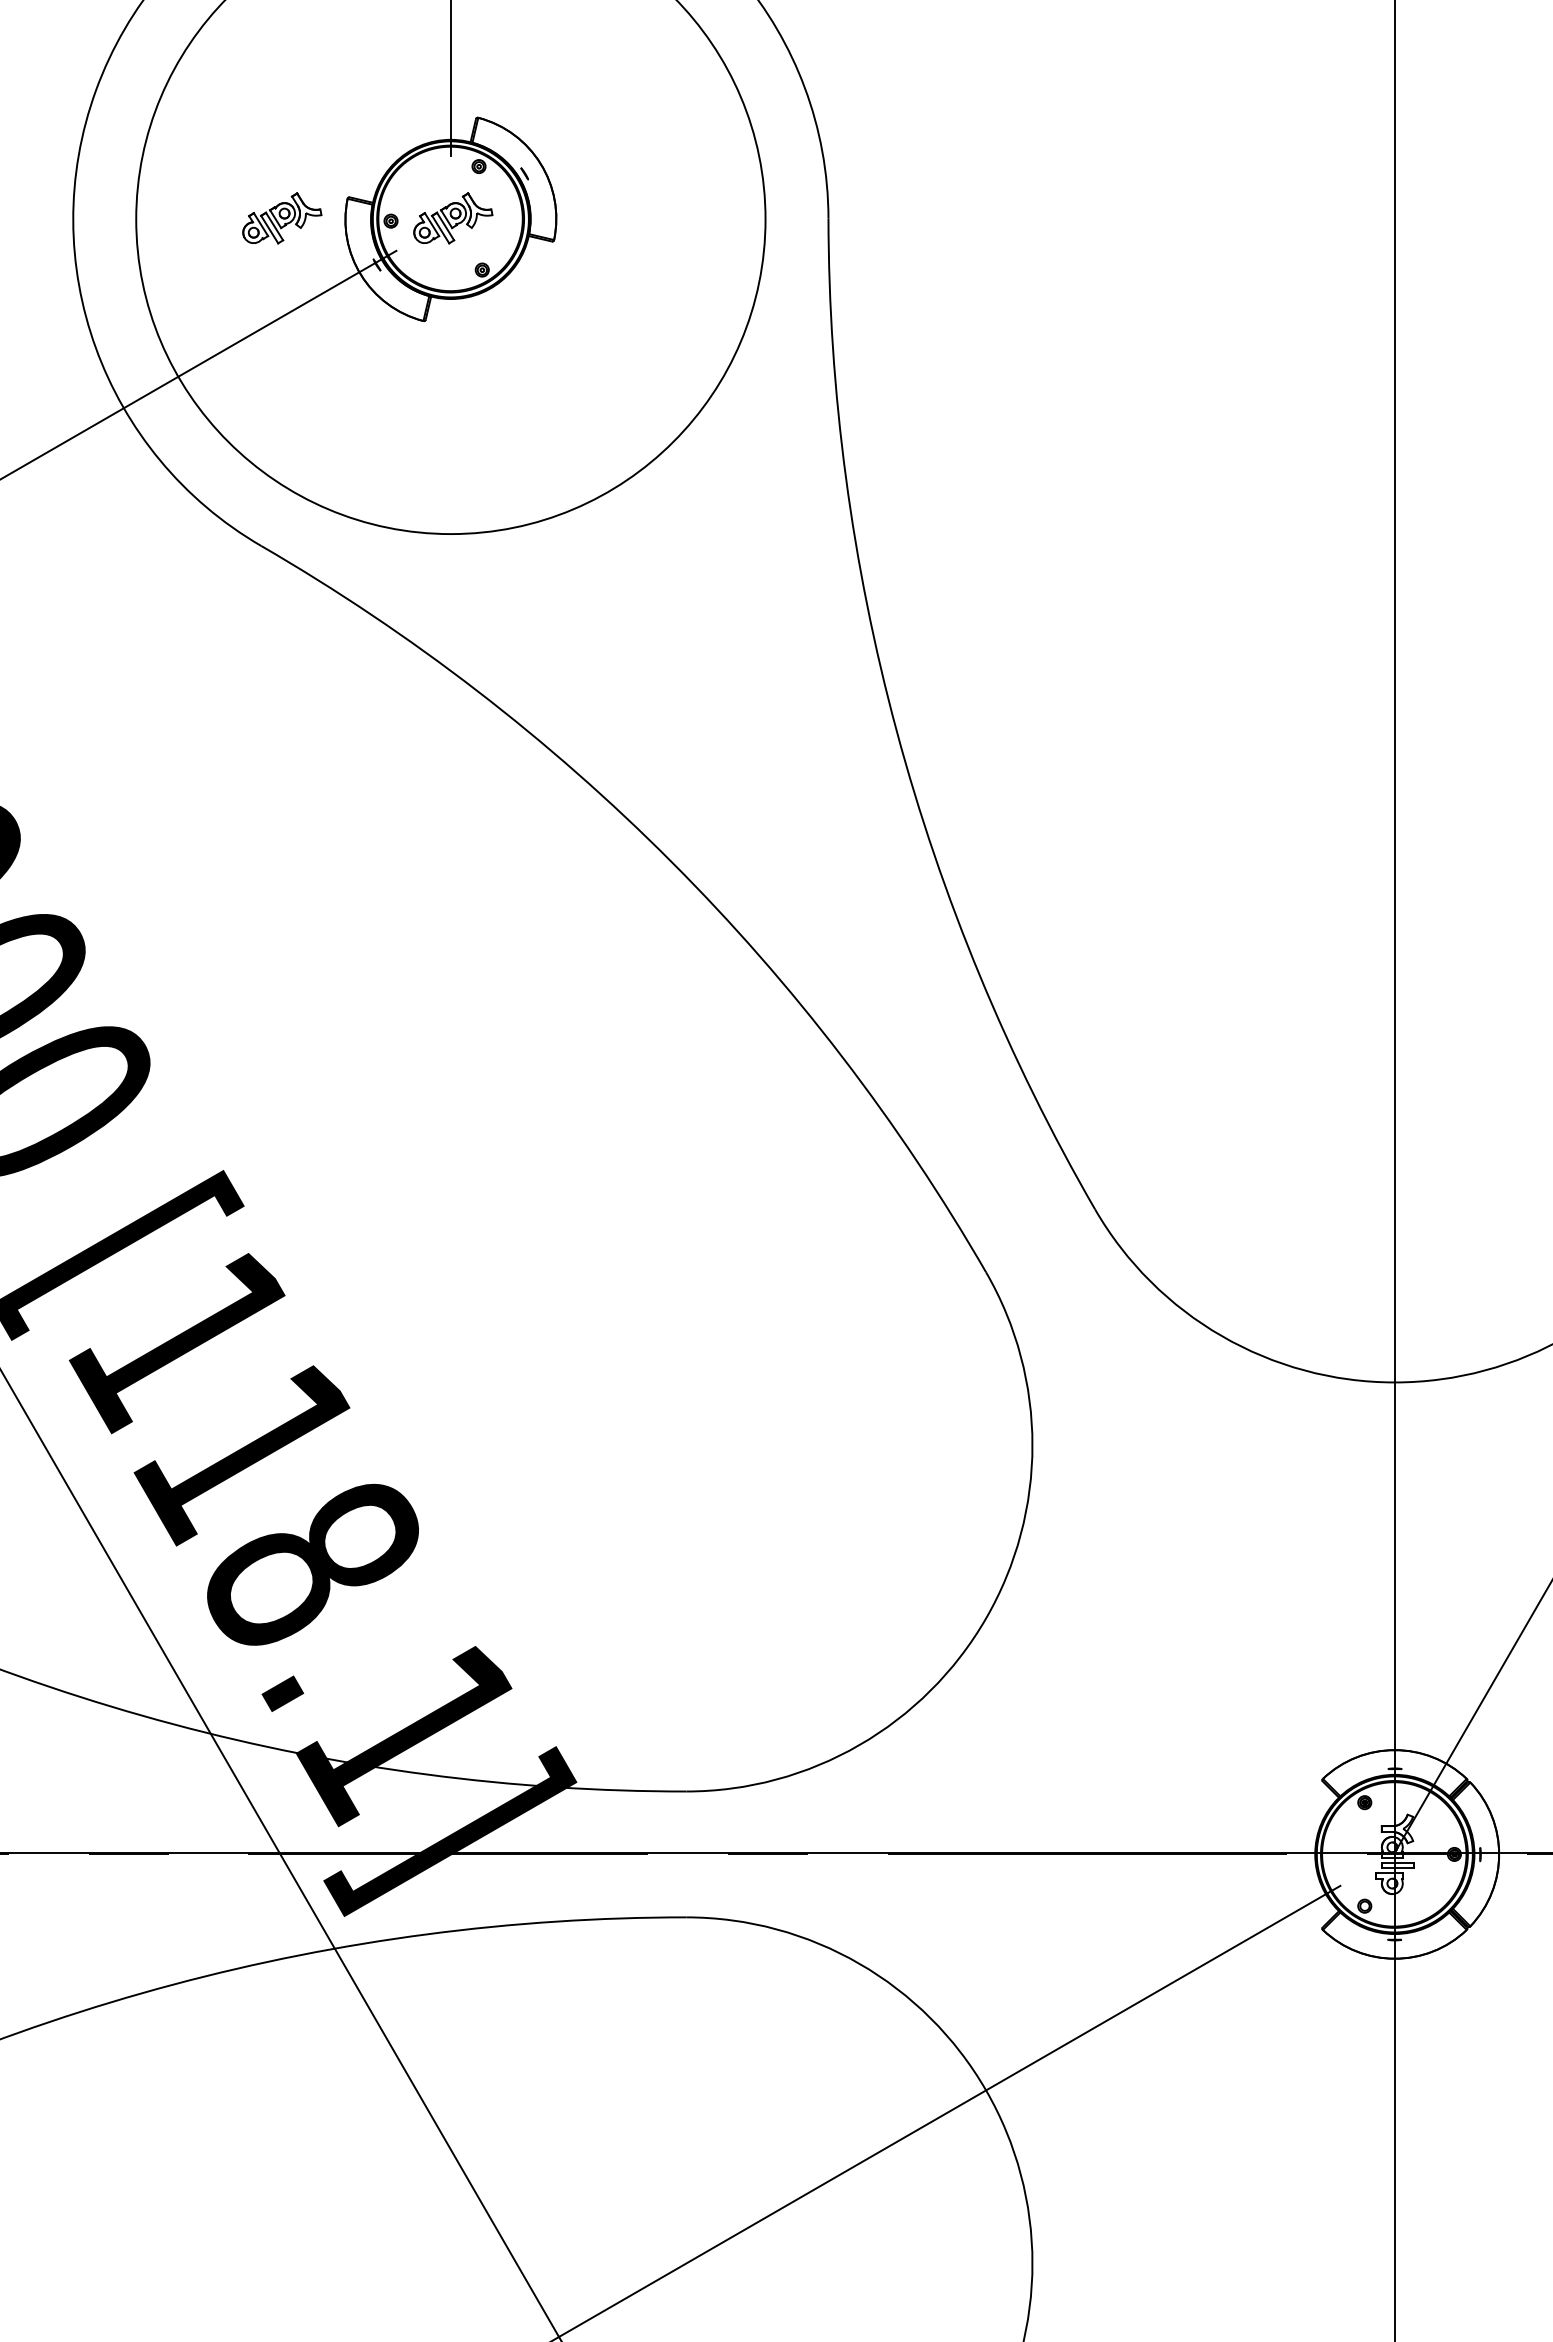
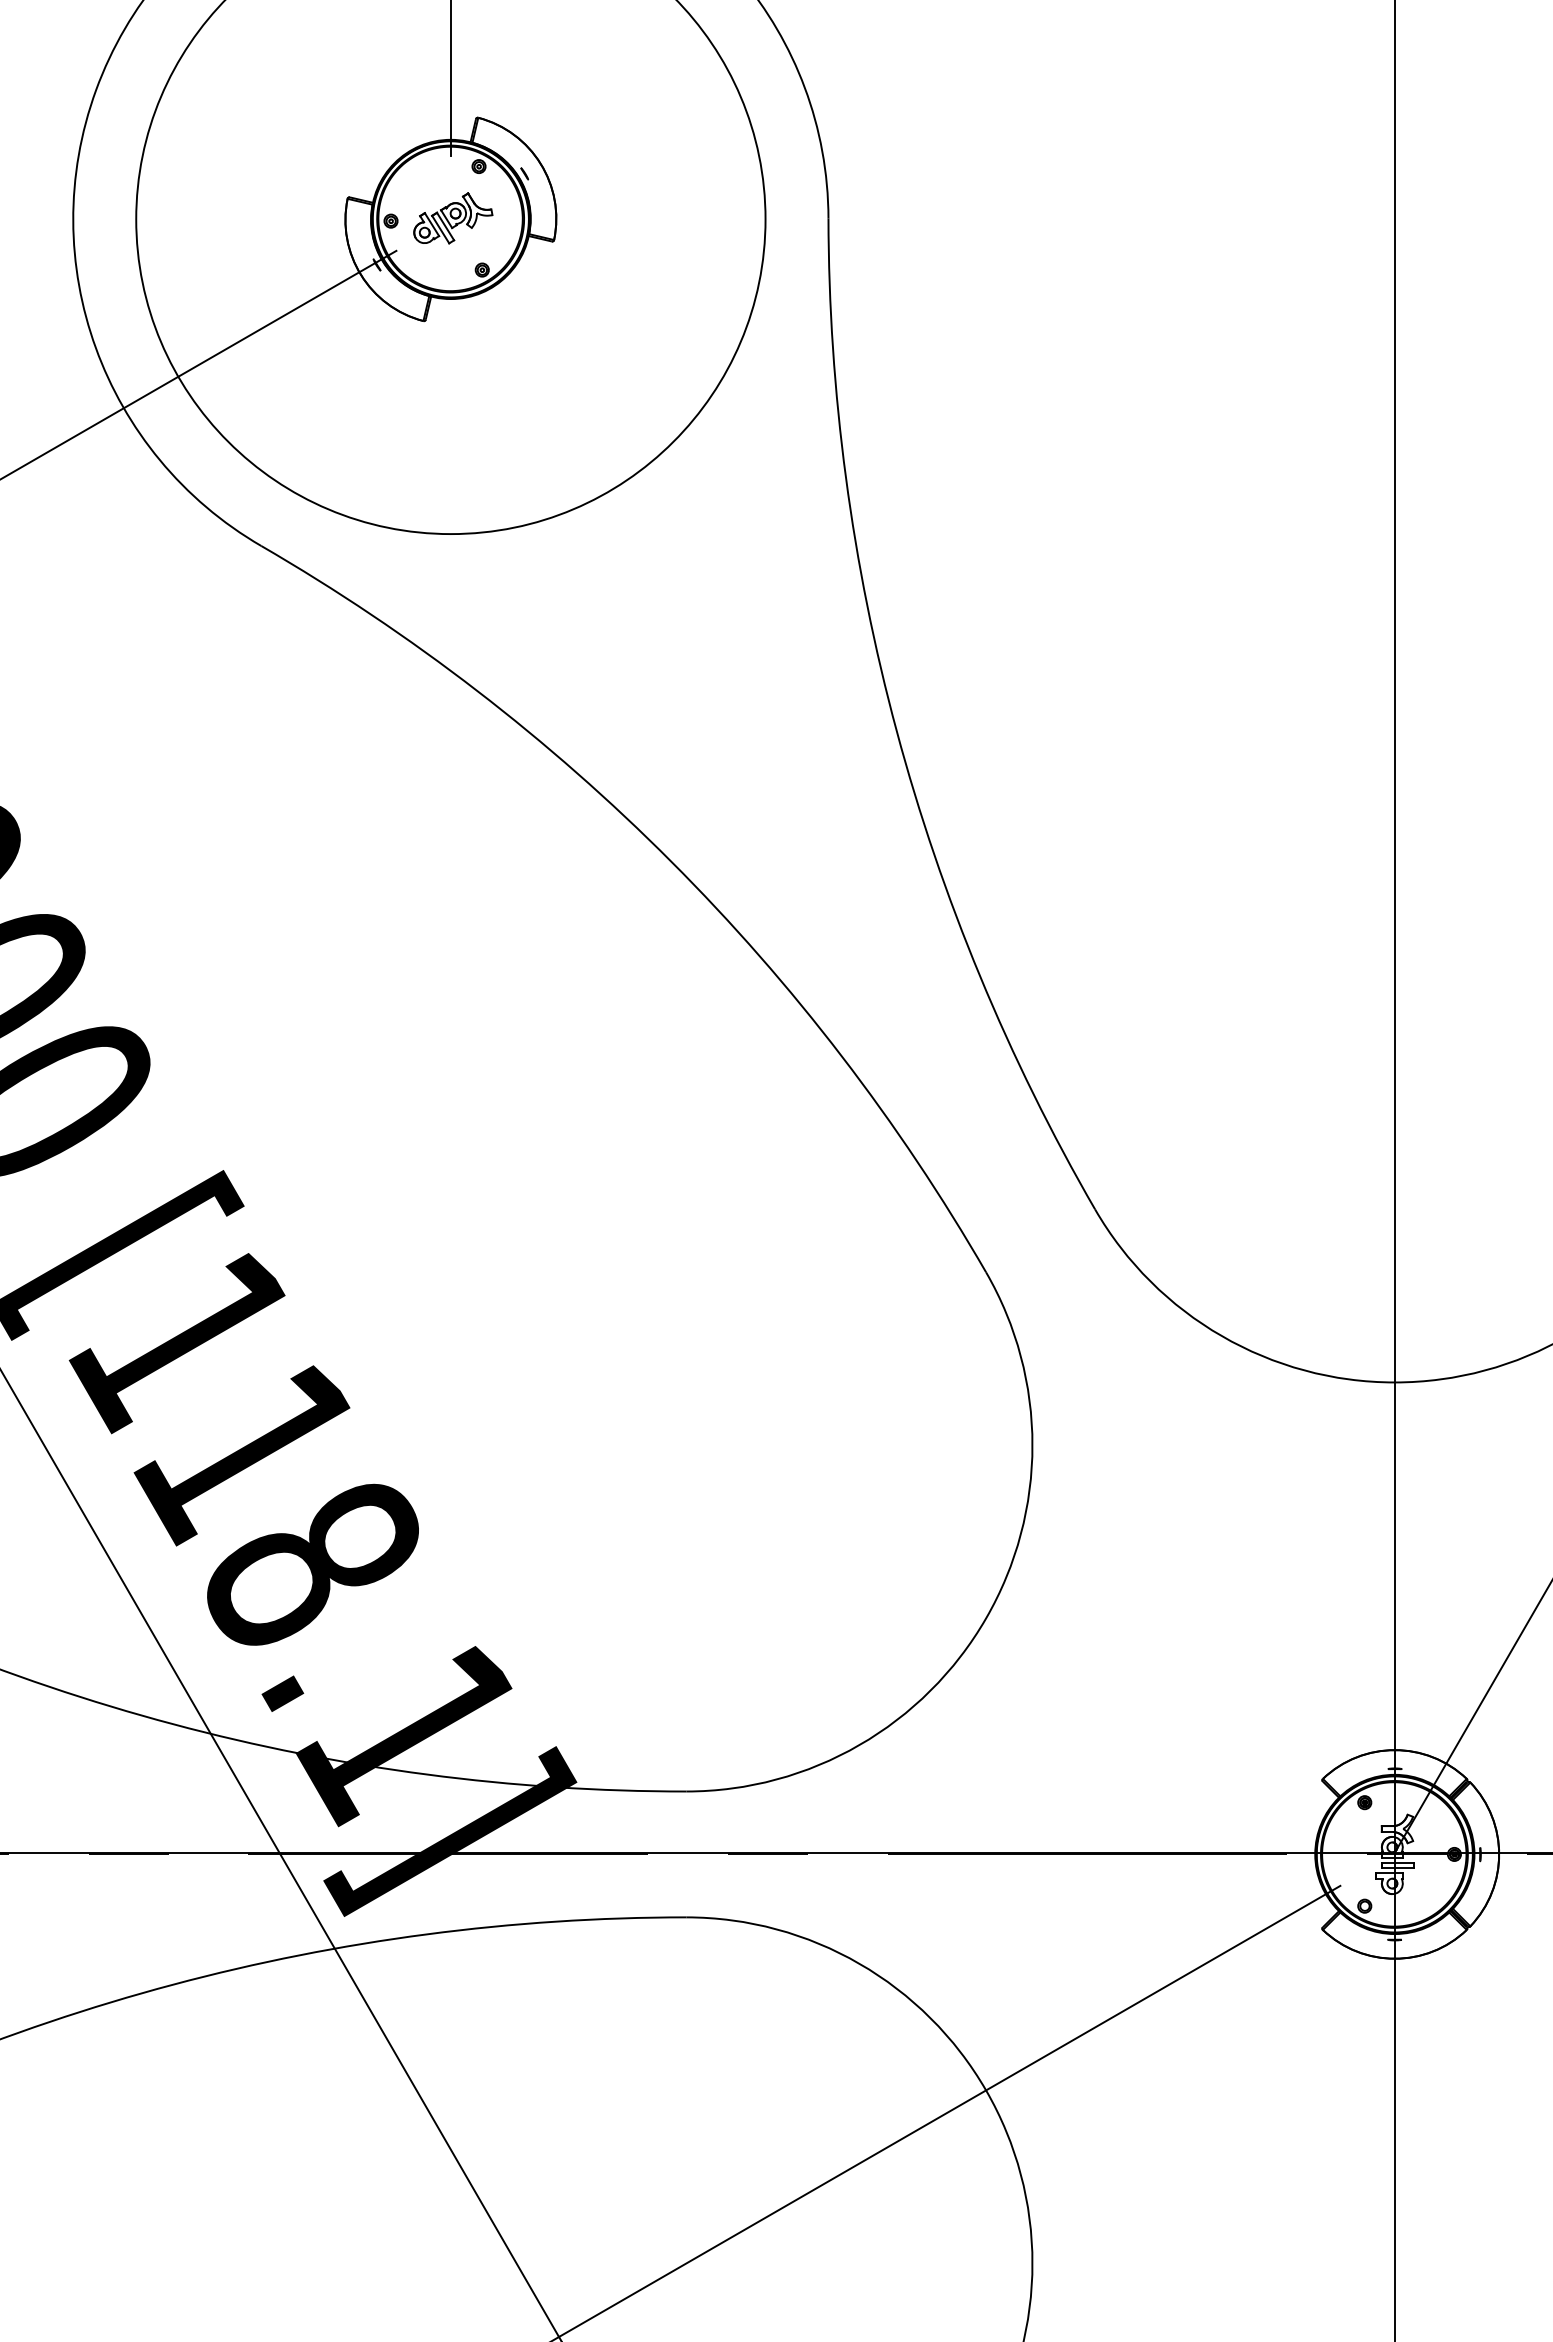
part at (282, 218): present -> none
